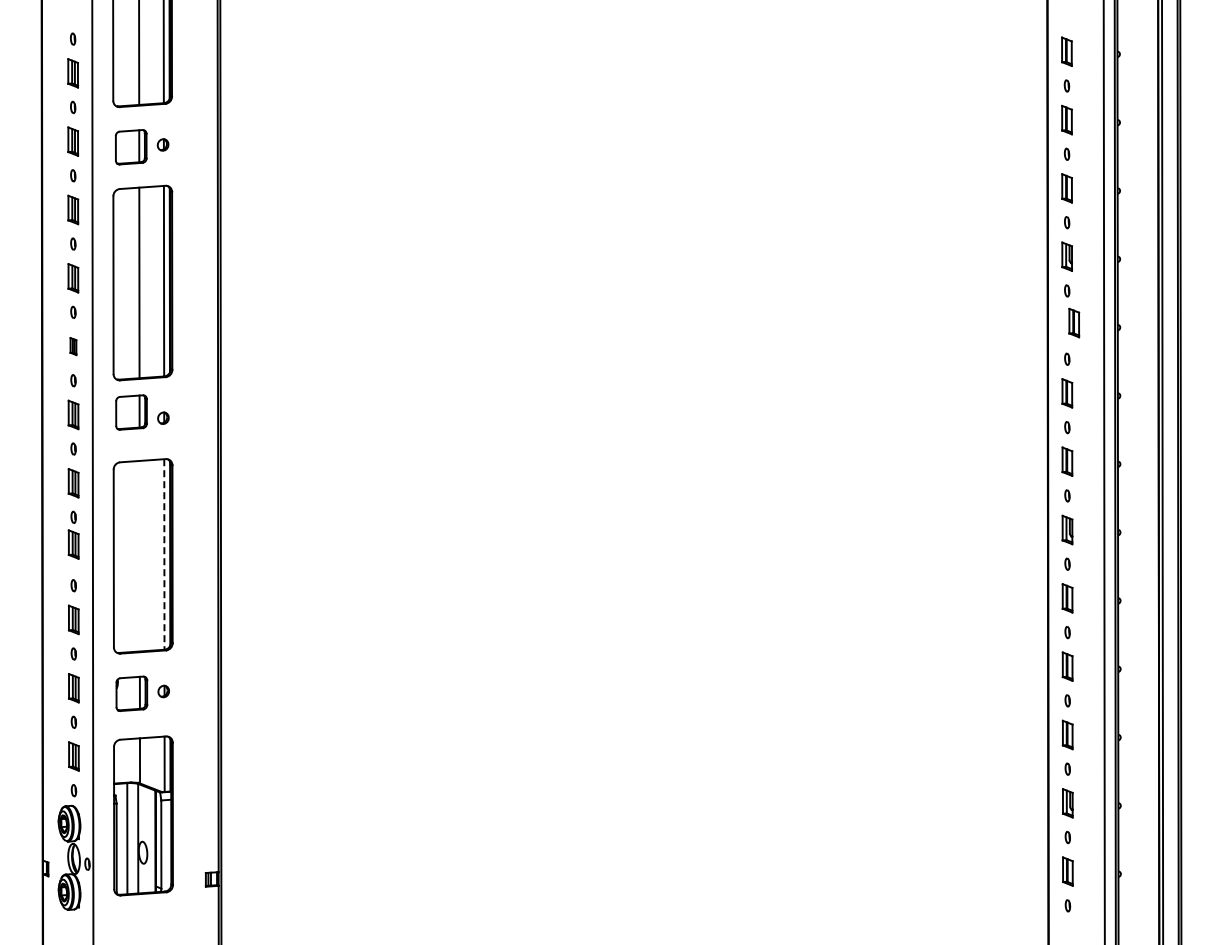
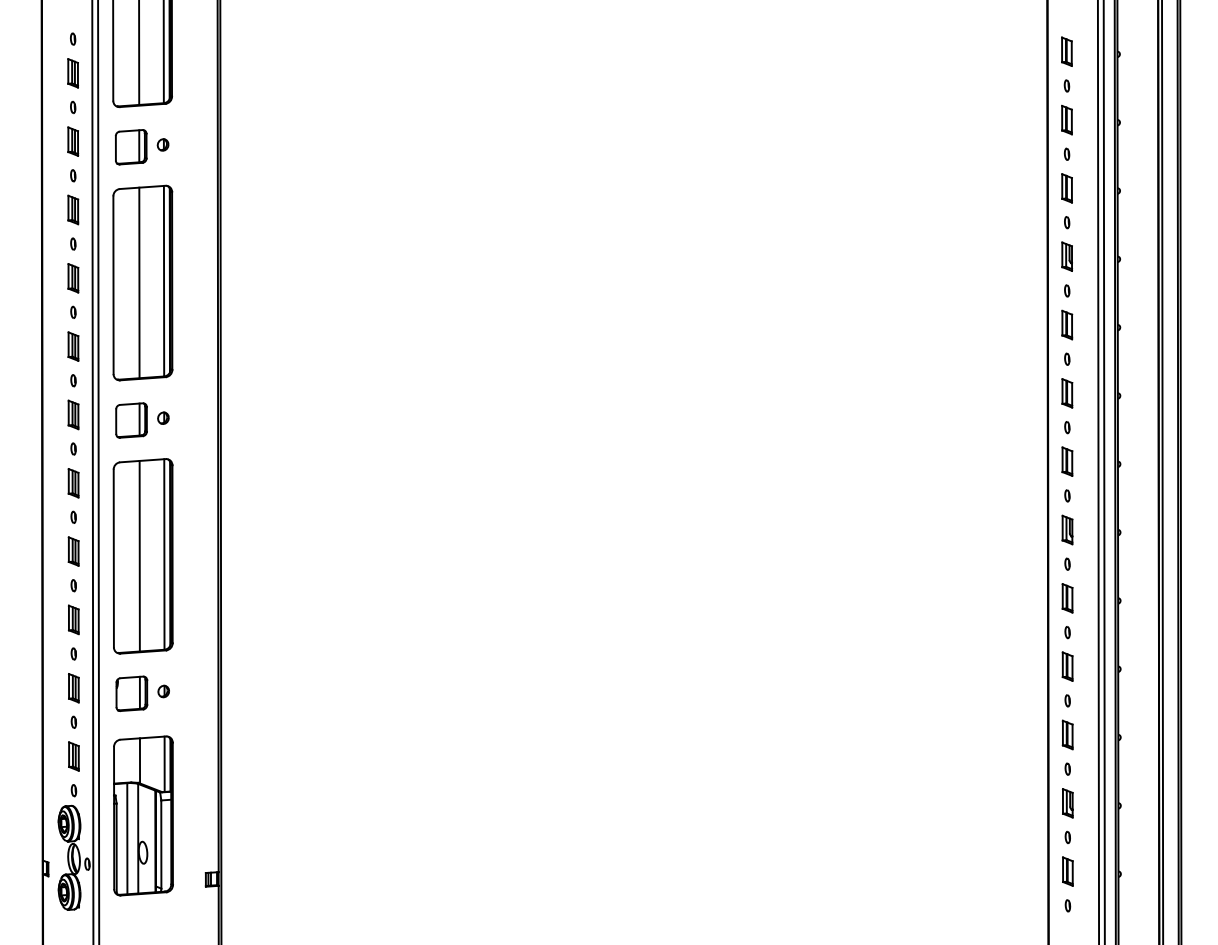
part at (1074, 322) position: (1074, 322) -> (1067, 324)
part at (73, 346) size: 9x20 px -> 13x31 px
part at (131, 412) position: (131, 412) -> (131, 420)
line at (98, 471): none -> present
line at (1098, 471): none -> present
part at (73, 544) position: (73, 544) -> (73, 551)
line at (164, 554): dashed -> solid
line at (139, 555): none -> present
